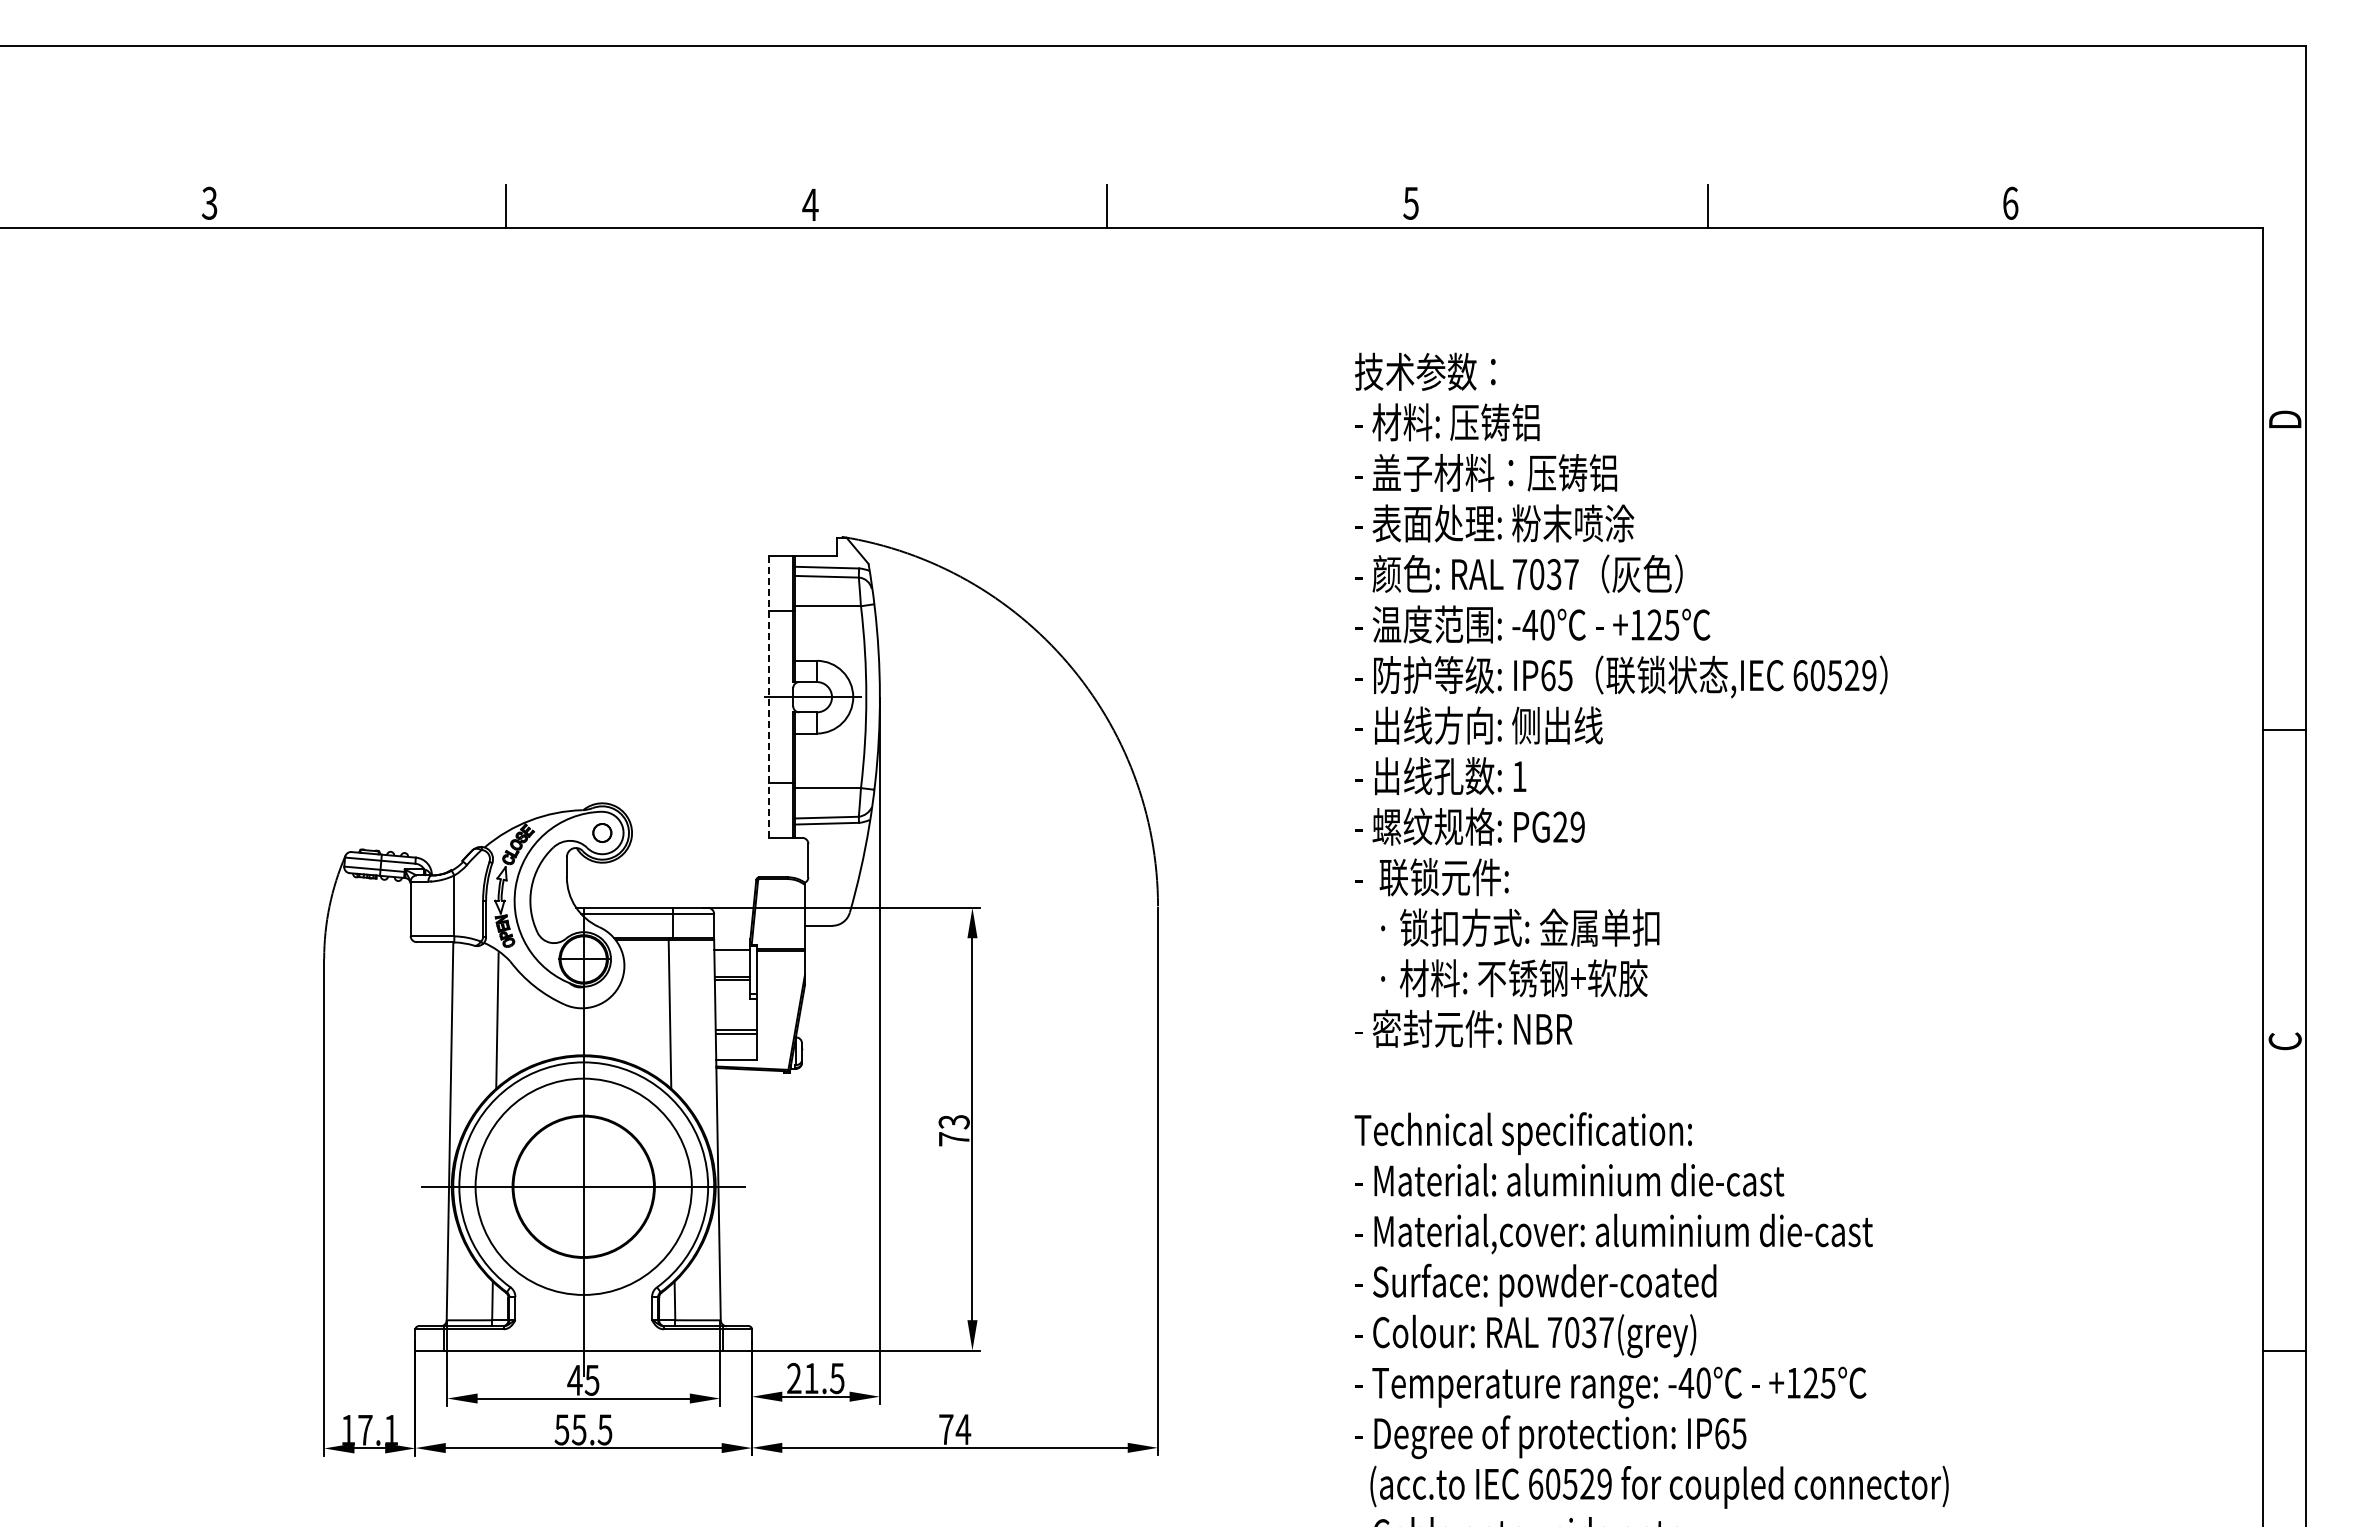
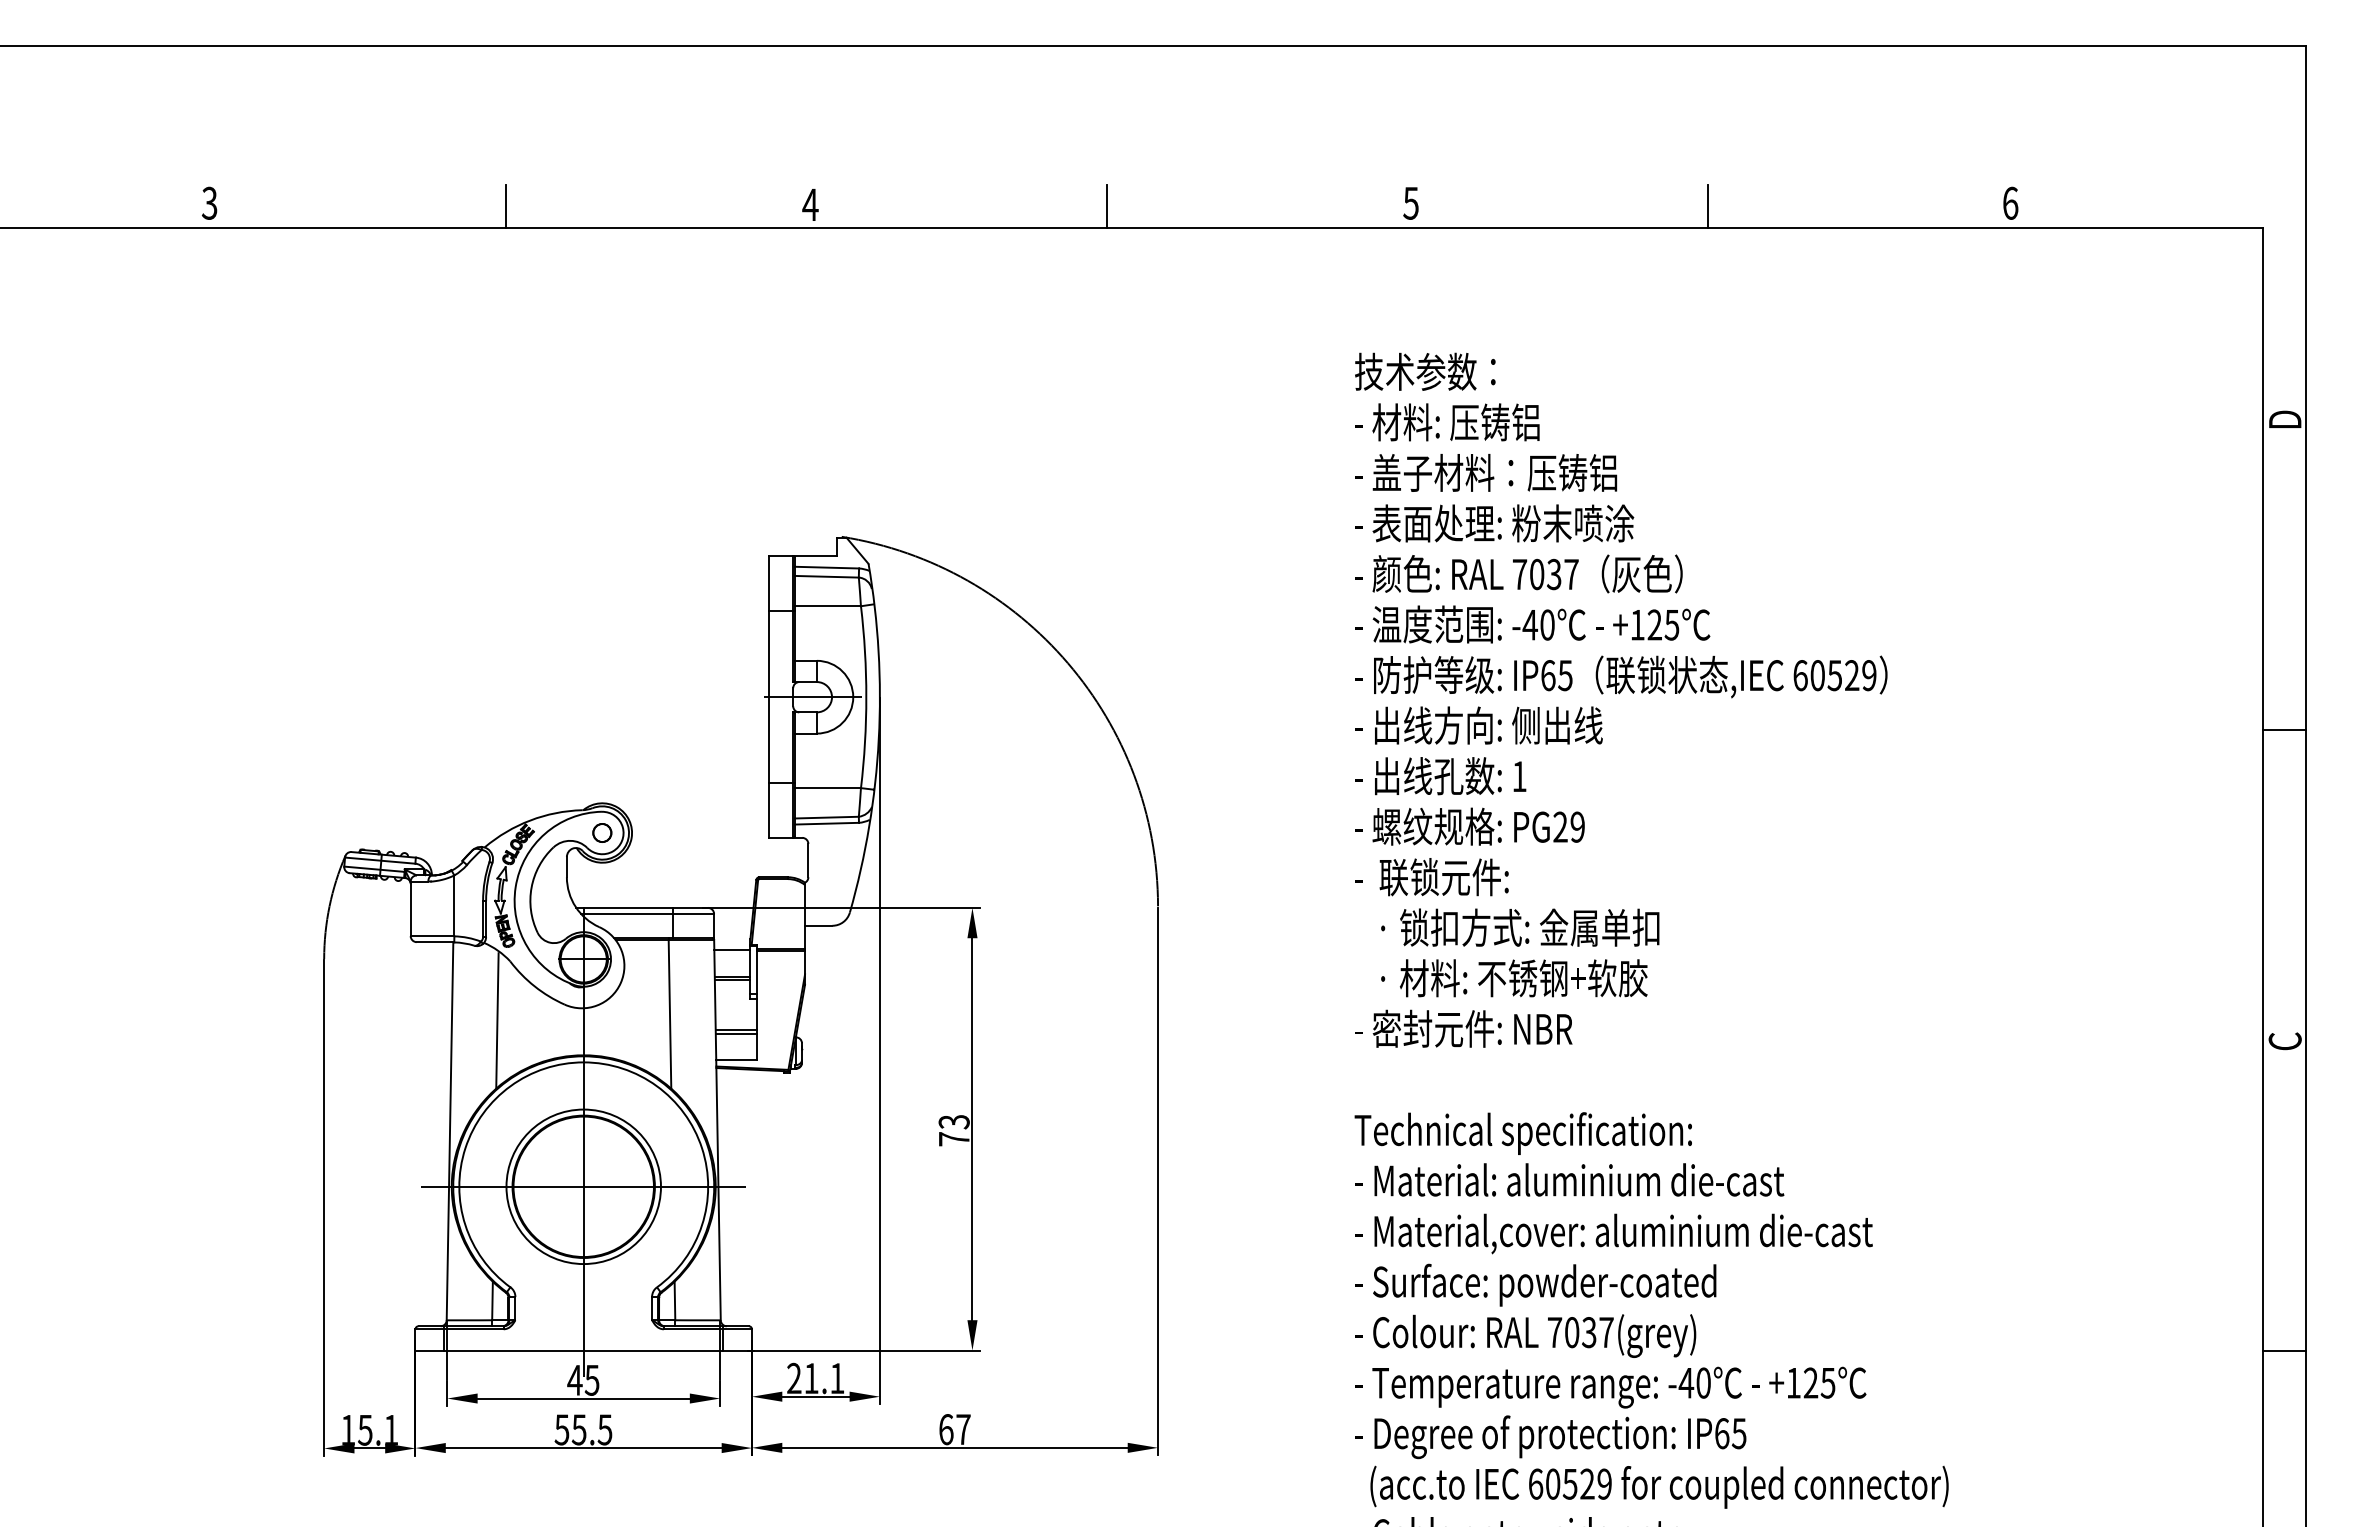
line at (768, 696): dashed -> solid
circle at (583, 1186) diameter: 216 px -> 154 px
text at (837, 1378): 21.5 -> 21.1
text at (955, 1429): 74 -> 67
text at (365, 1430): 17.1 -> 15.1
